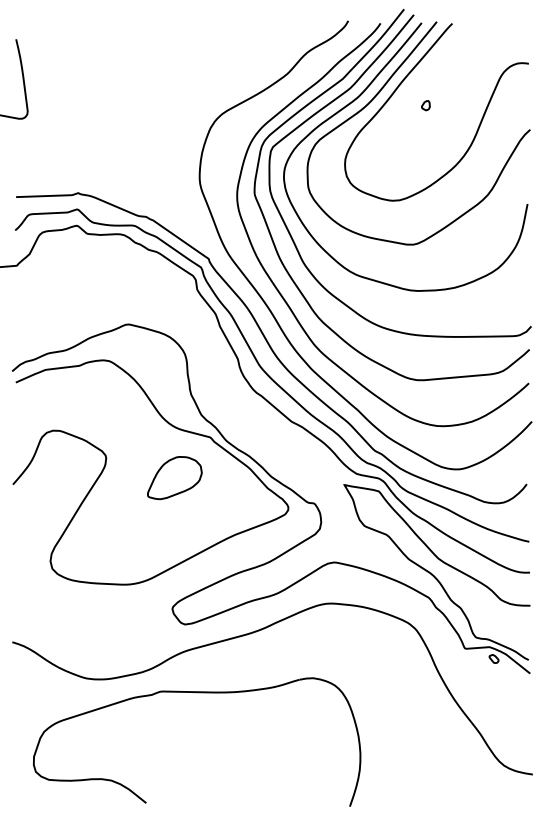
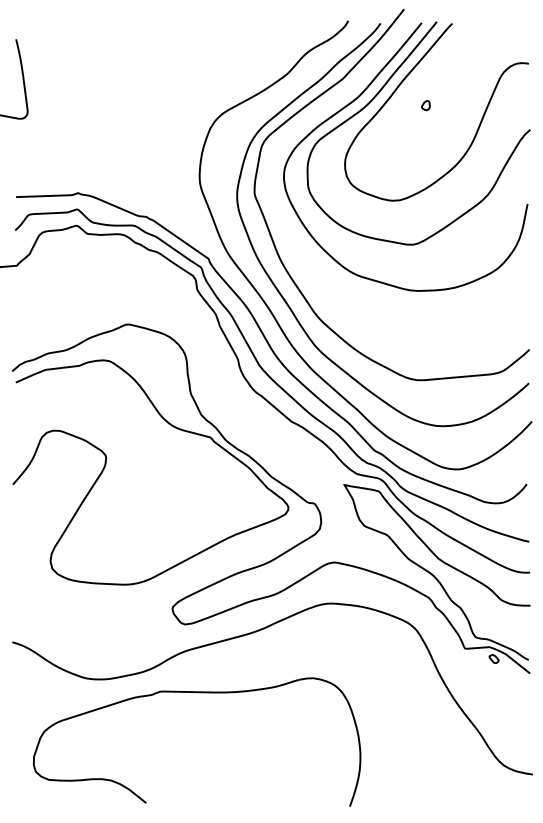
curve at (341, 96): present -> none
part at (174, 478): present -> none
